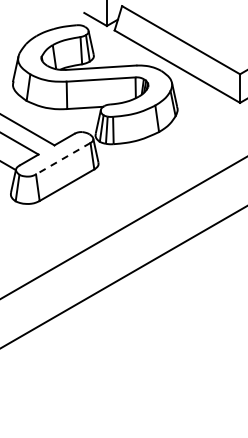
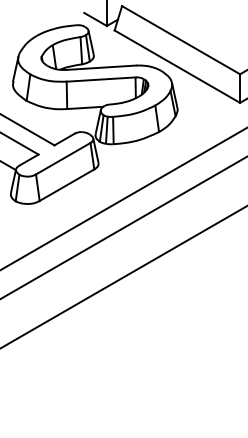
line at (62, 158): dashed -> solid
line at (123, 199): none -> present
